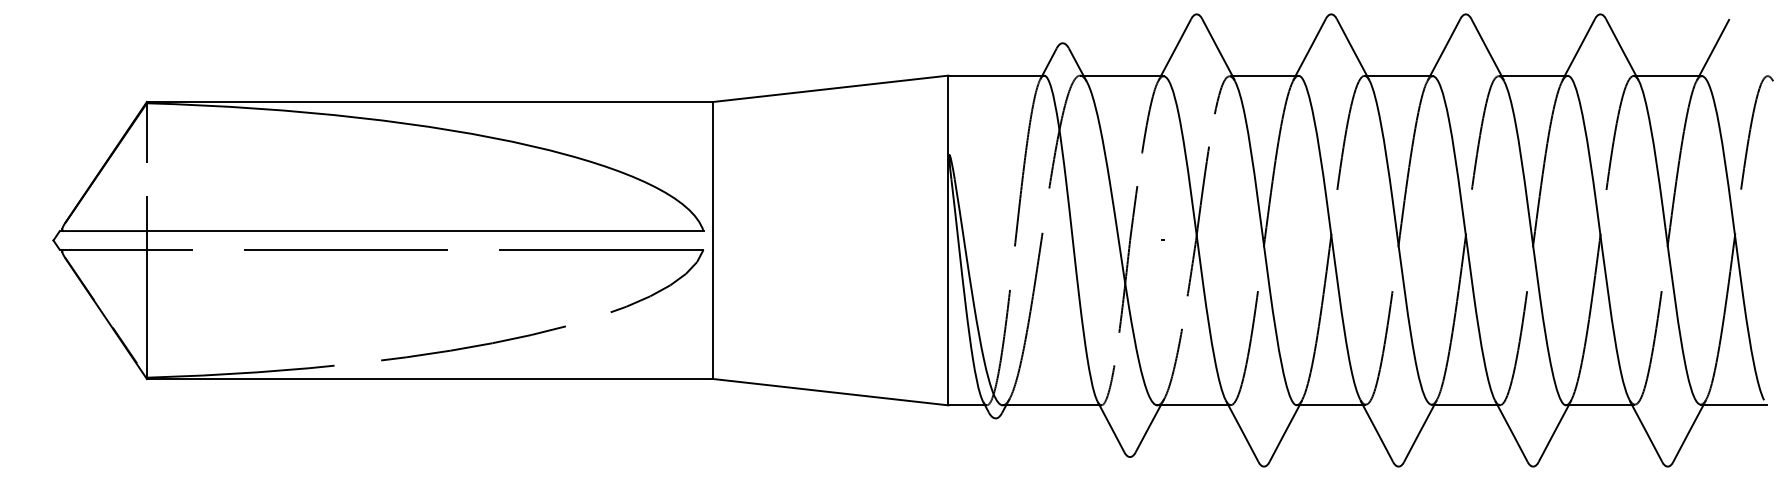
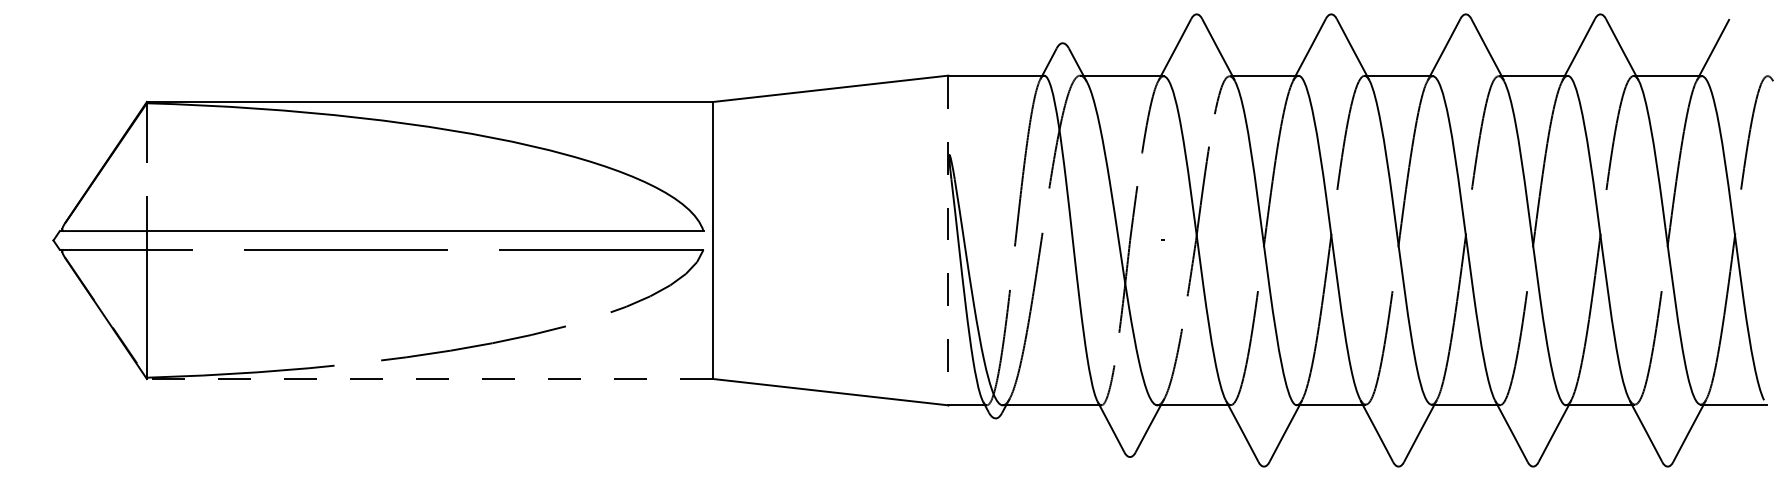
line at (948, 240): solid -> dashed
line at (429, 378): solid -> dashed
